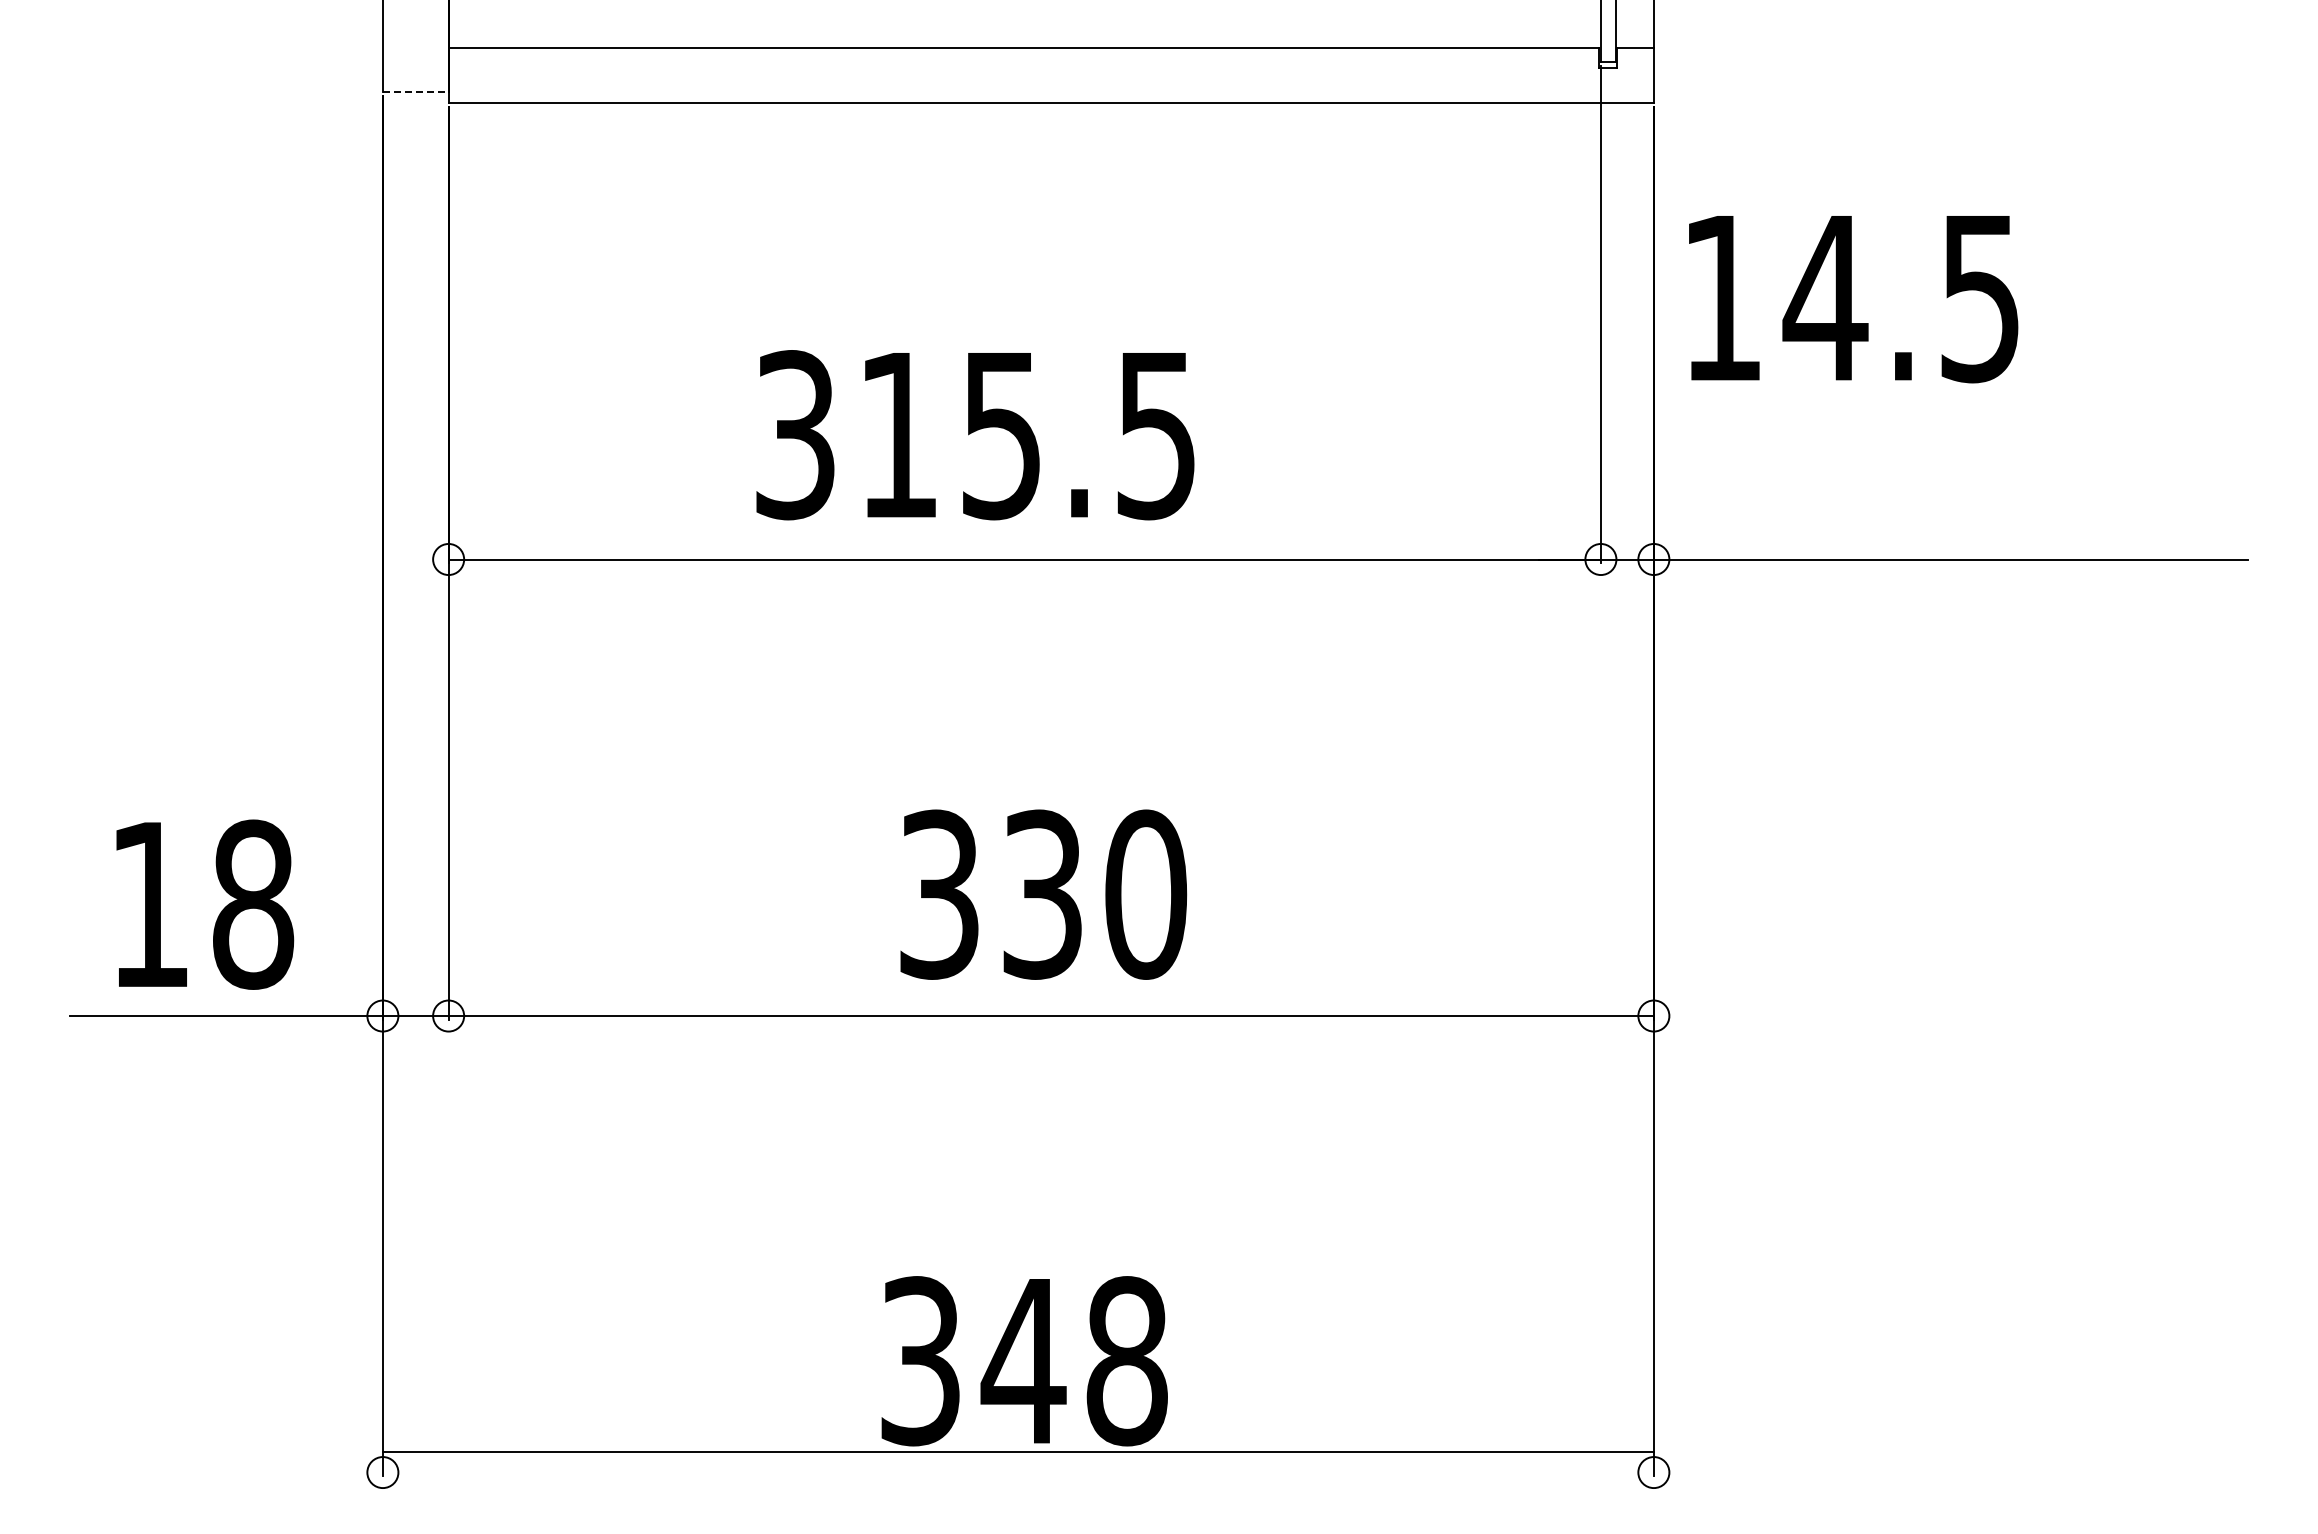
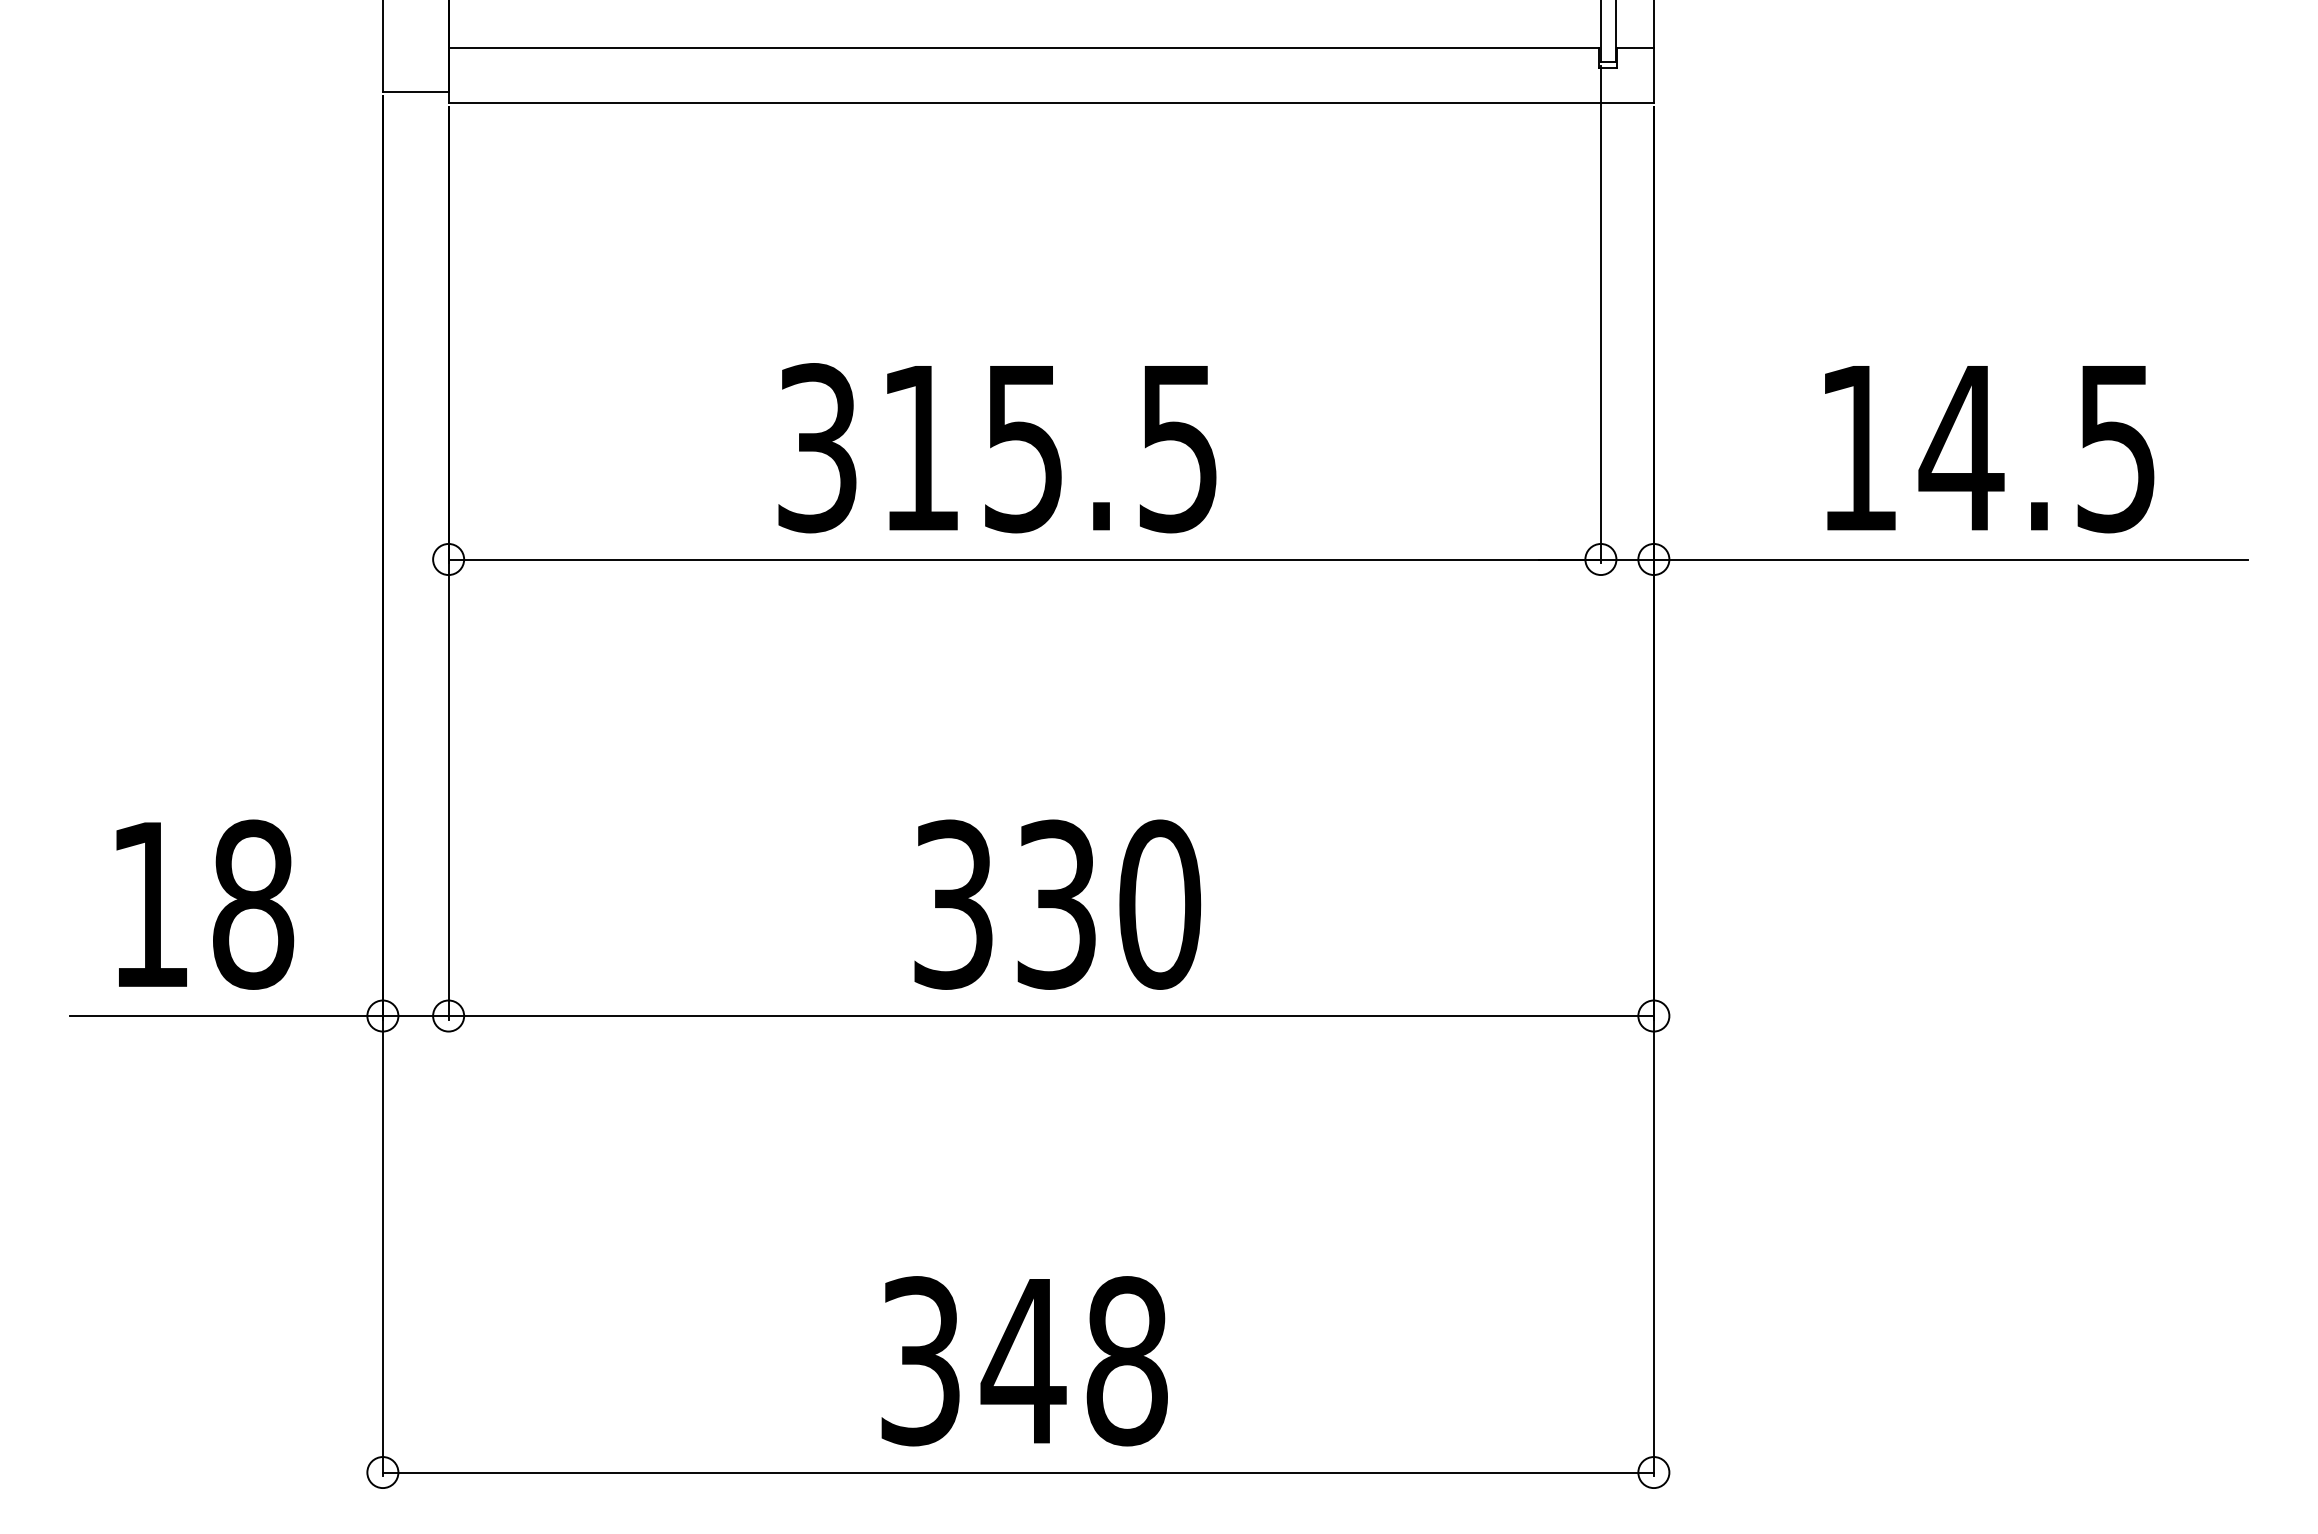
line at (415, 92): dashed -> solid
text at (1853, 299) position: (1853, 299) -> (1989, 449)
text at (975, 435) position: (975, 435) -> (997, 448)
text at (1043, 894) position: (1043, 894) -> (1057, 904)
line at (1017, 1451) position: (1017, 1451) -> (1017, 1472)
